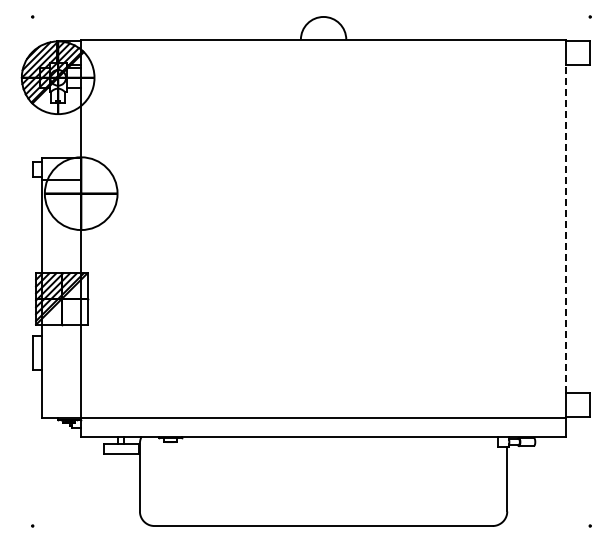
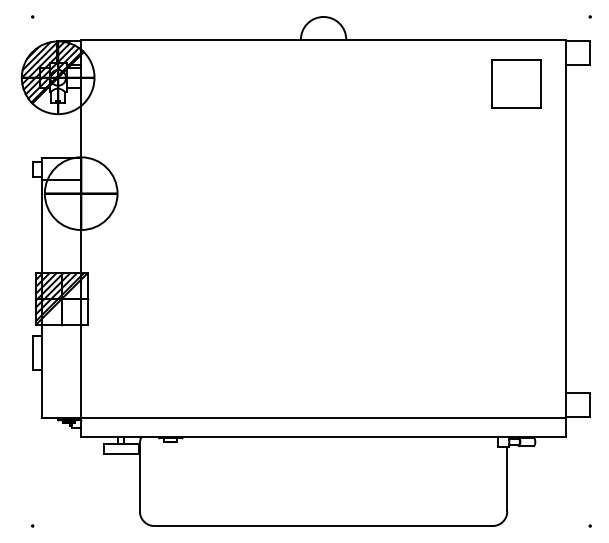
part at (516, 83): none -> present
line at (566, 228): dashed -> solid
